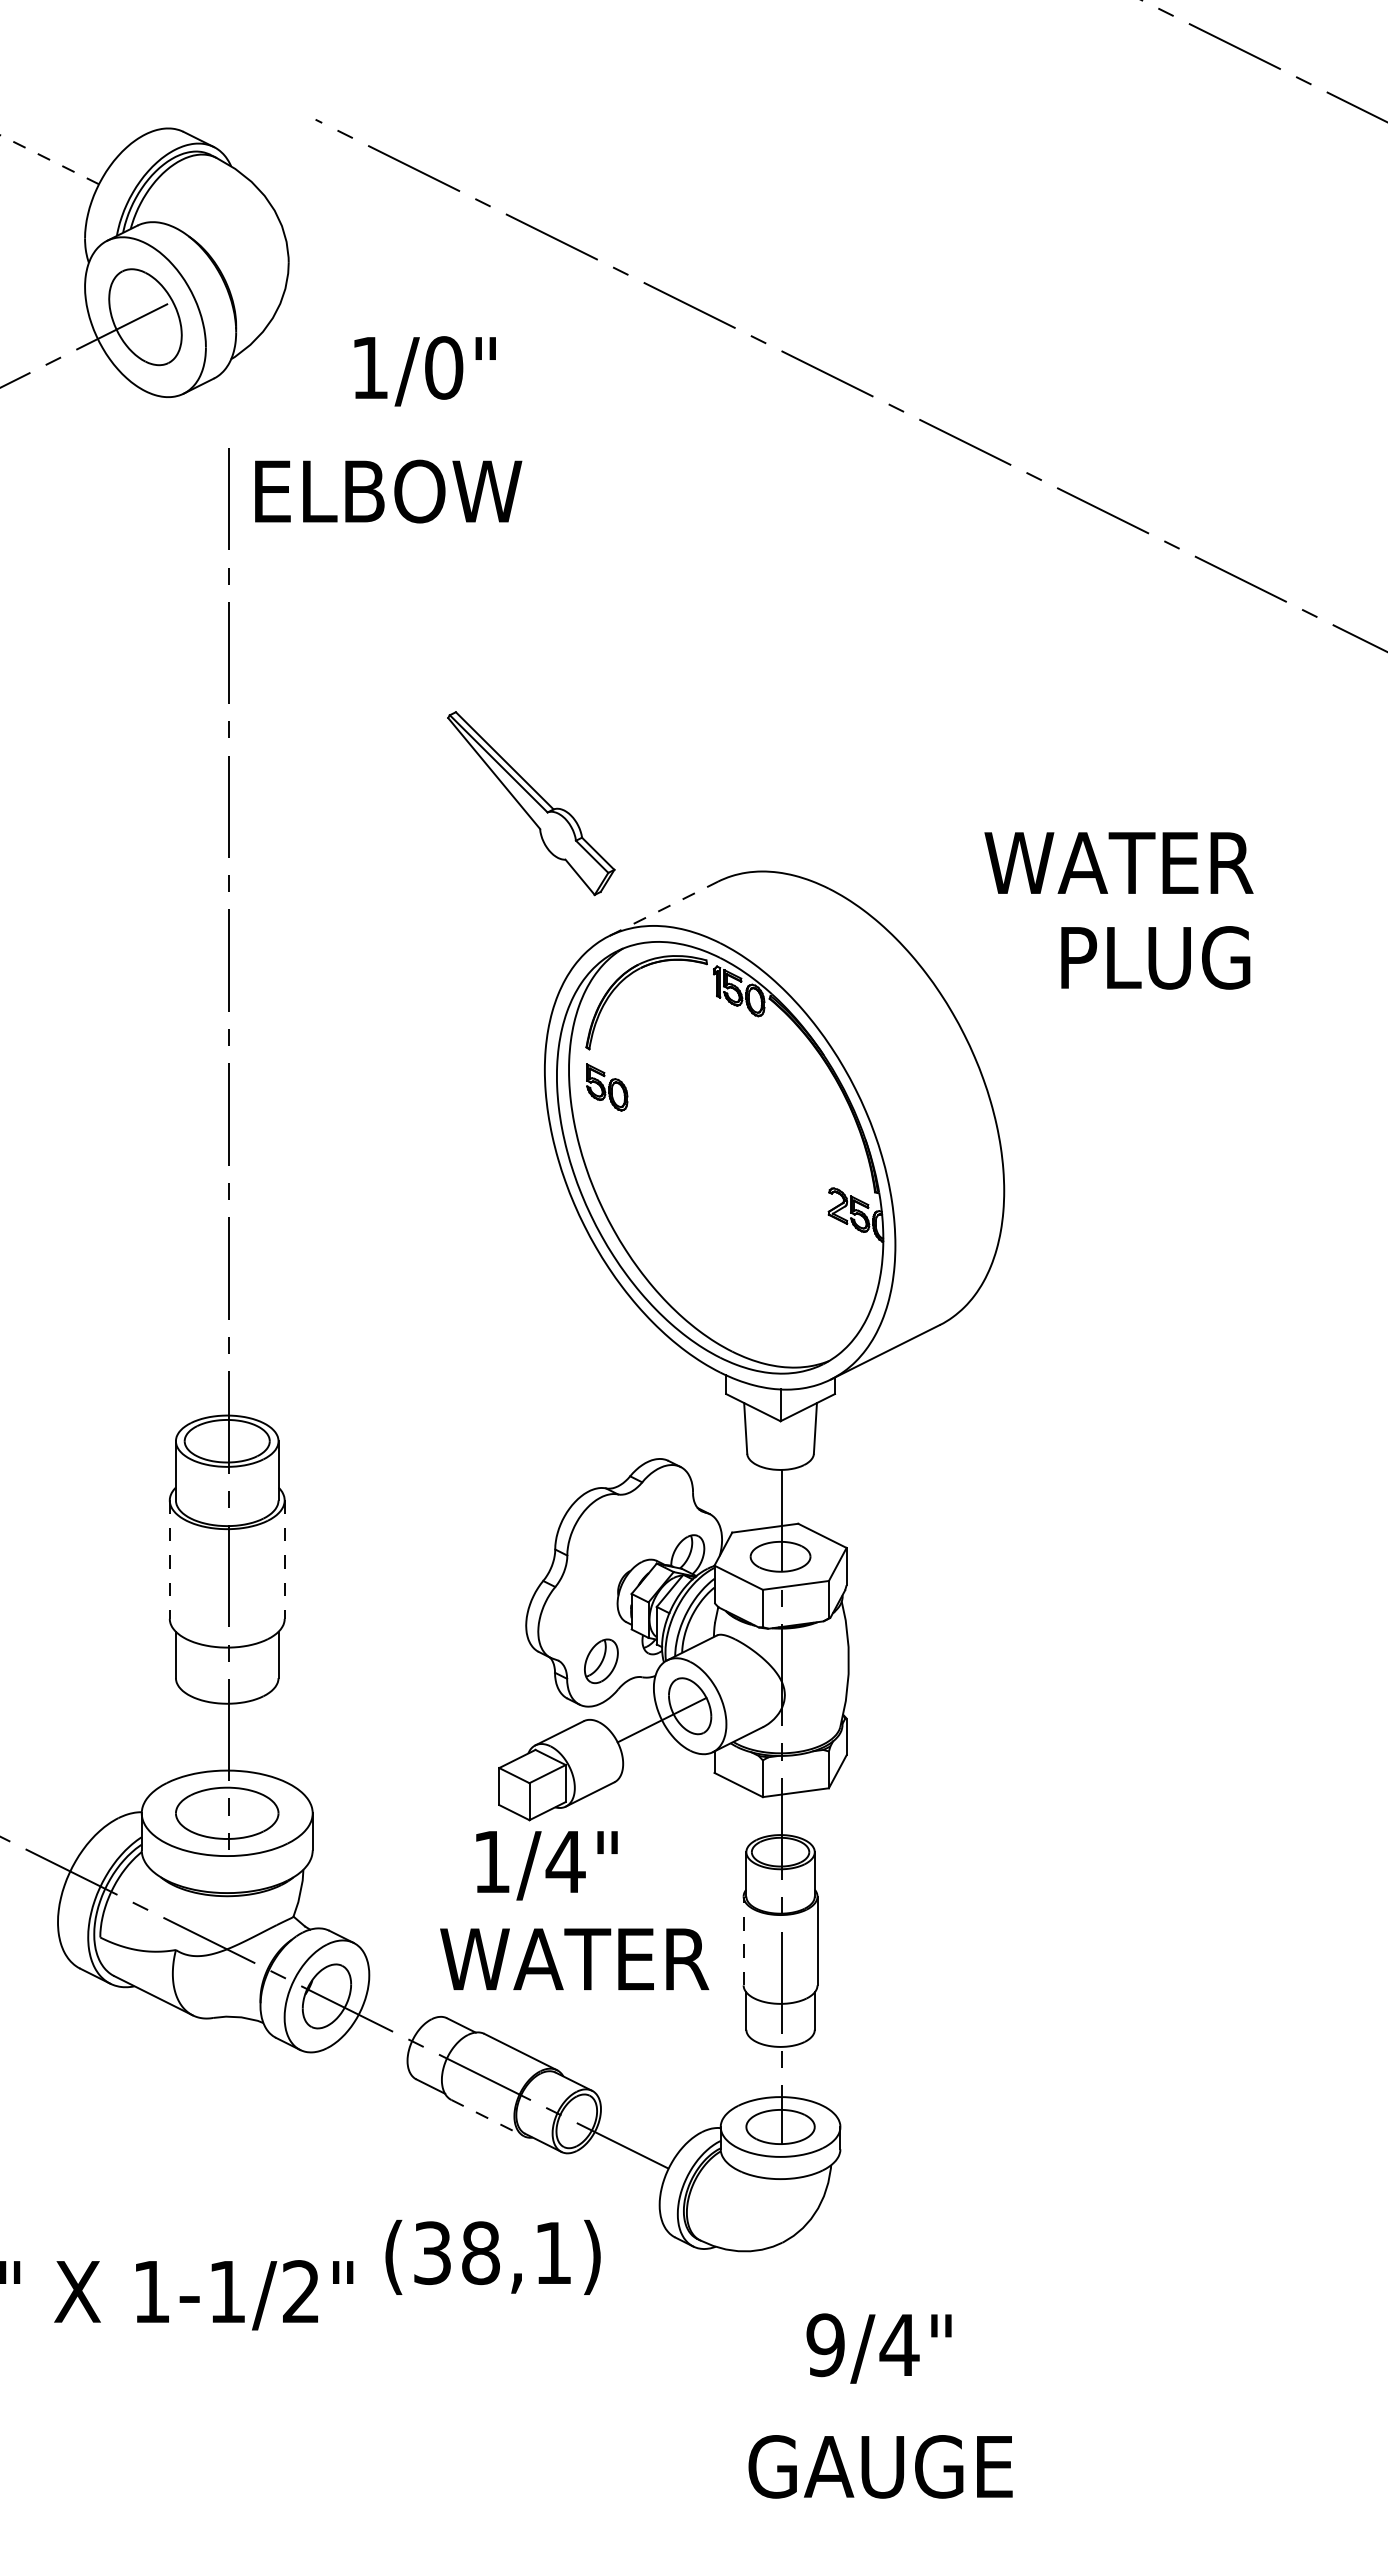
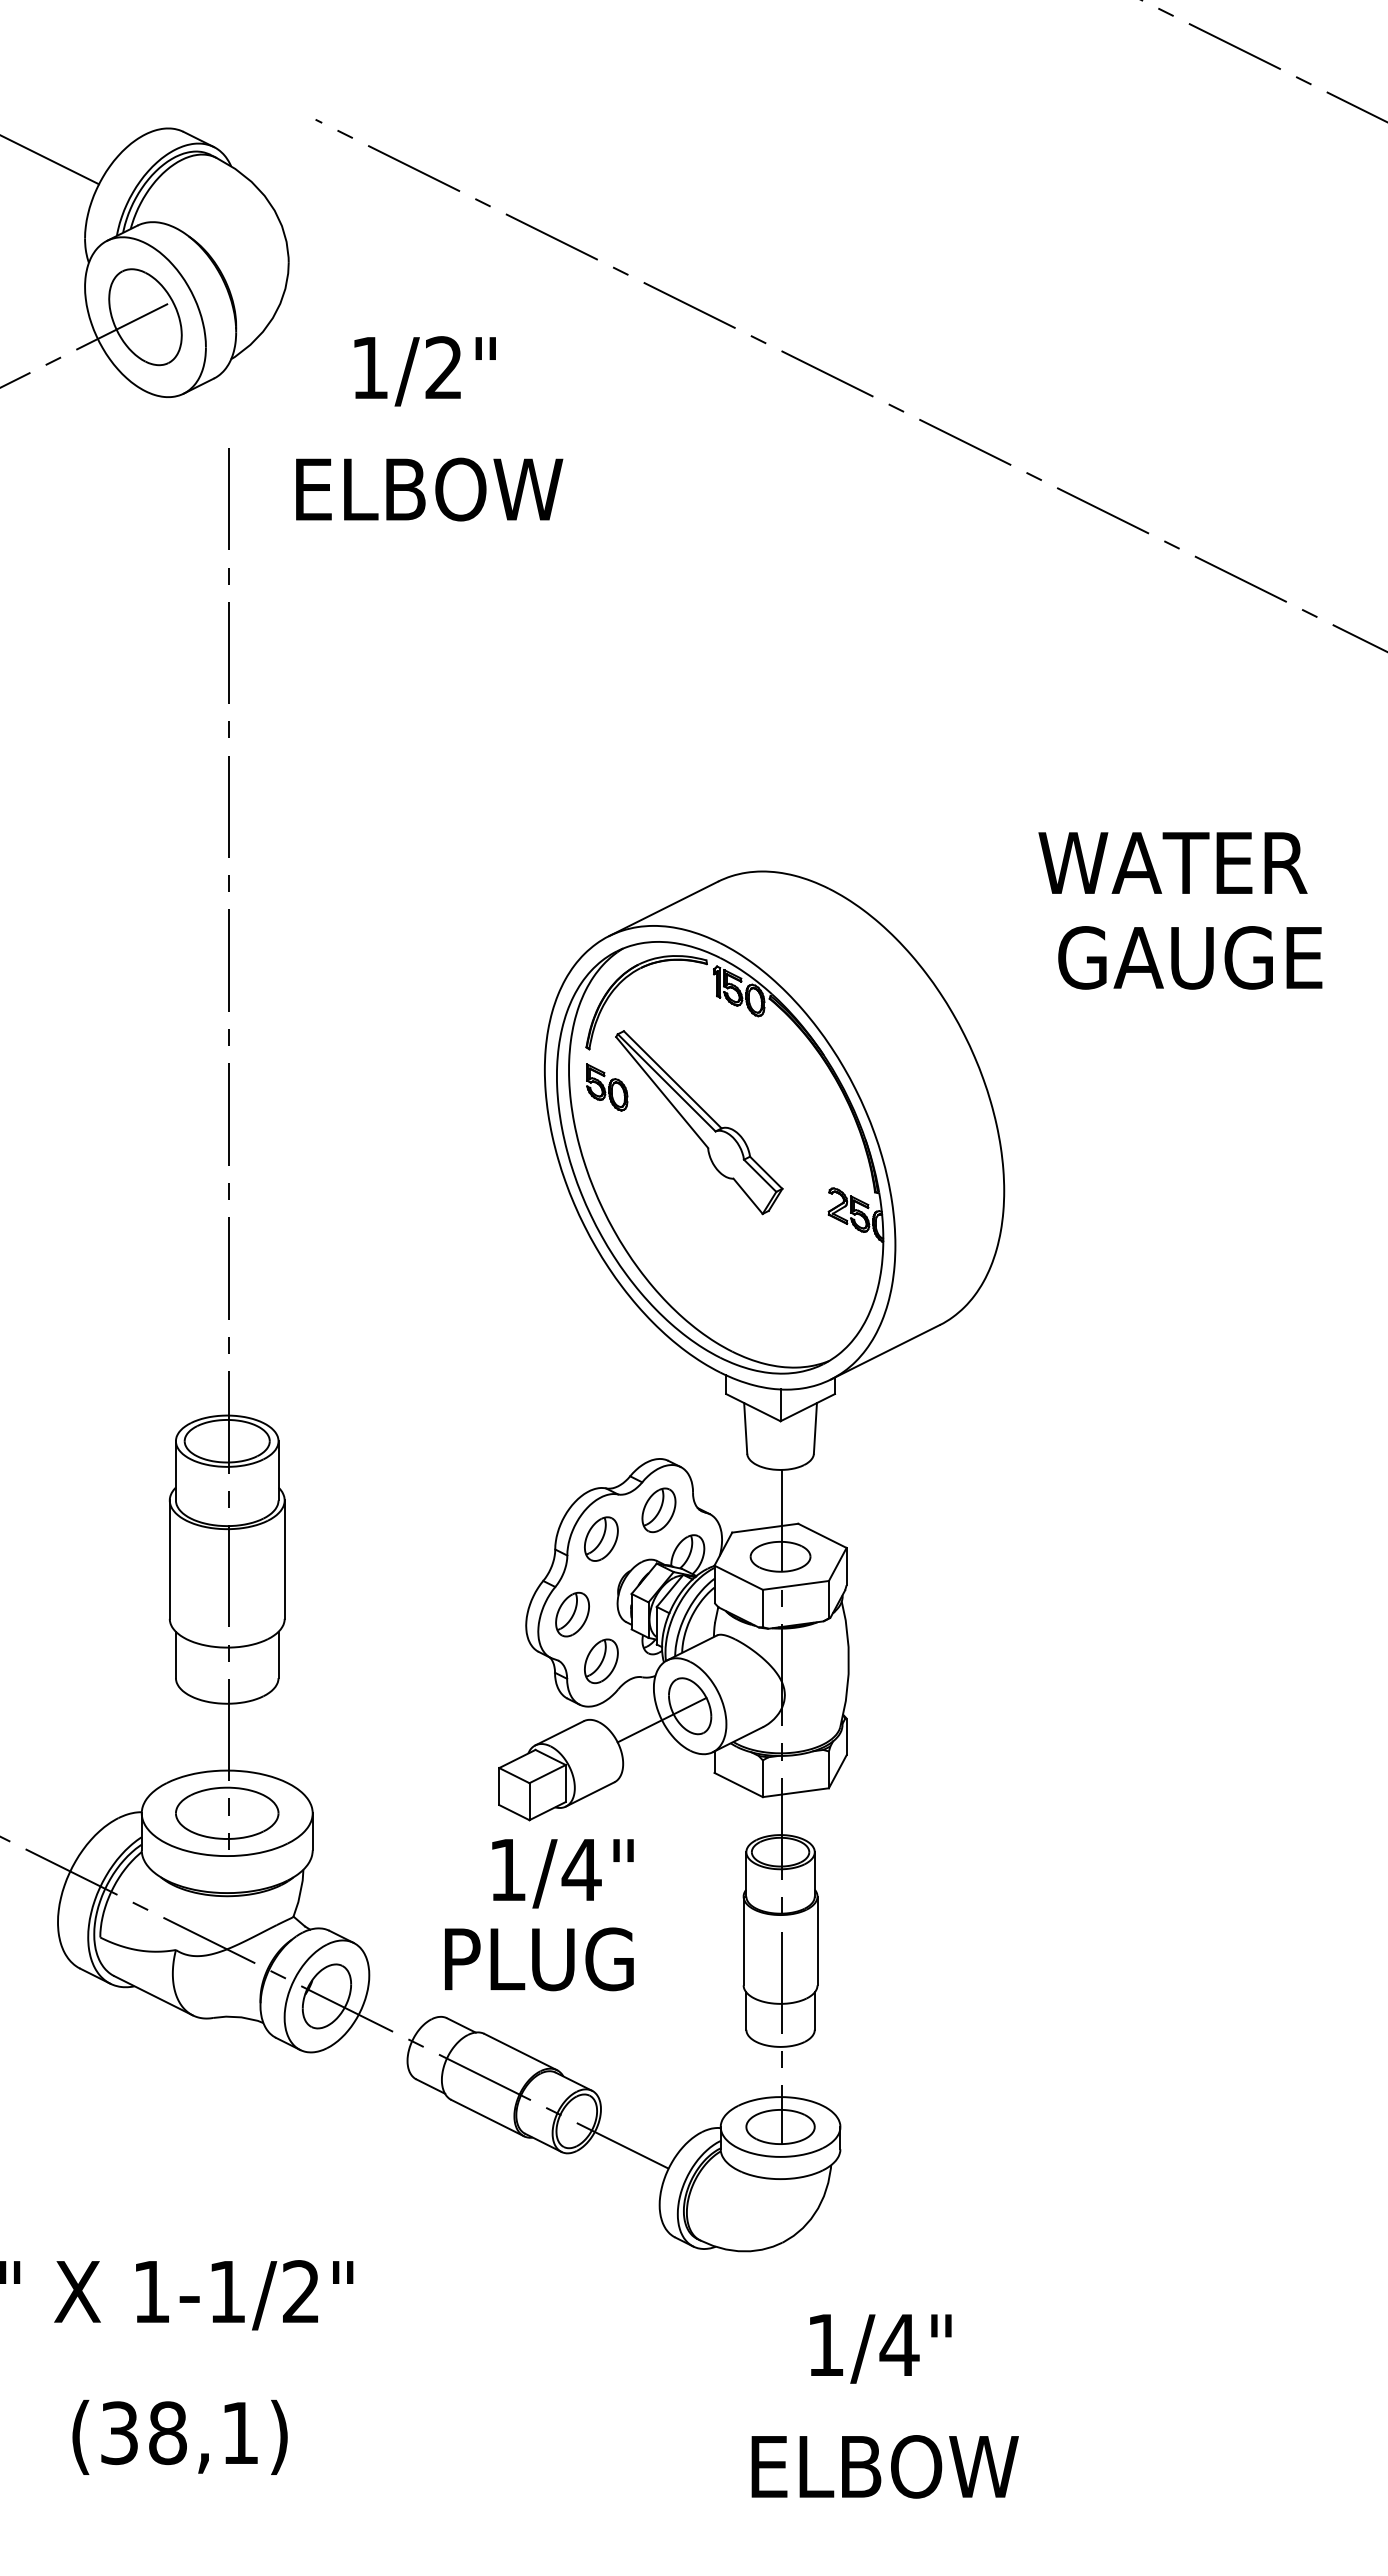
line at (49, 159): dashed -> solid
text at (444, 367): 1/0" -> 1/2"
text at (388, 491) position: (388, 491) -> (429, 489)
part at (531, 803) position: (531, 803) -> (699, 1122)
text at (1118, 862) position: (1118, 862) -> (1172, 862)
line at (663, 908): dashed -> solid
text at (1190, 957): PLUG -> GAUGE
part at (658, 1510): none -> present
part at (601, 1538): none -> present
line at (169, 1560): dashed -> solid
line at (284, 1560): dashed -> solid
part at (572, 1614): none -> present
text at (546, 1865) position: (546, 1865) -> (562, 1873)
line at (743, 1940): dashed -> solid
text at (574, 1959): WATER -> PLUG
line at (487, 2118): dashed -> solid
text at (492, 2257) position: (492, 2257) -> (179, 2437)
text at (825, 2345): 9/4" -> 1/4"
text at (883, 2466): GAUGE -> ELBOW
